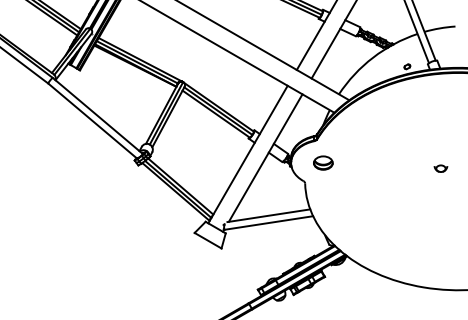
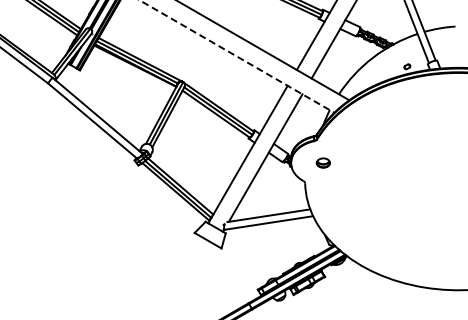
line at (237, 56): solid -> dashed
part at (323, 162) size: 21x16 px -> 16x12 px
part at (440, 168): present -> none
